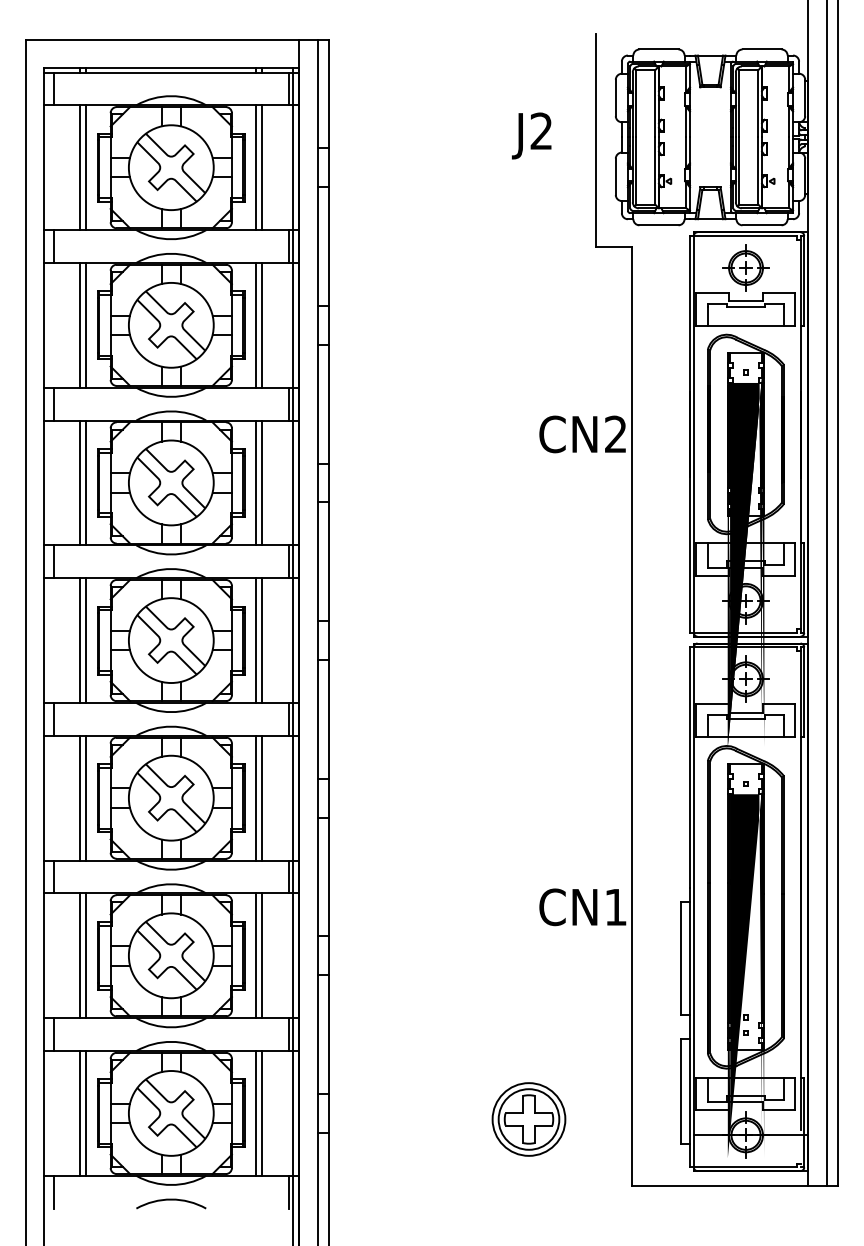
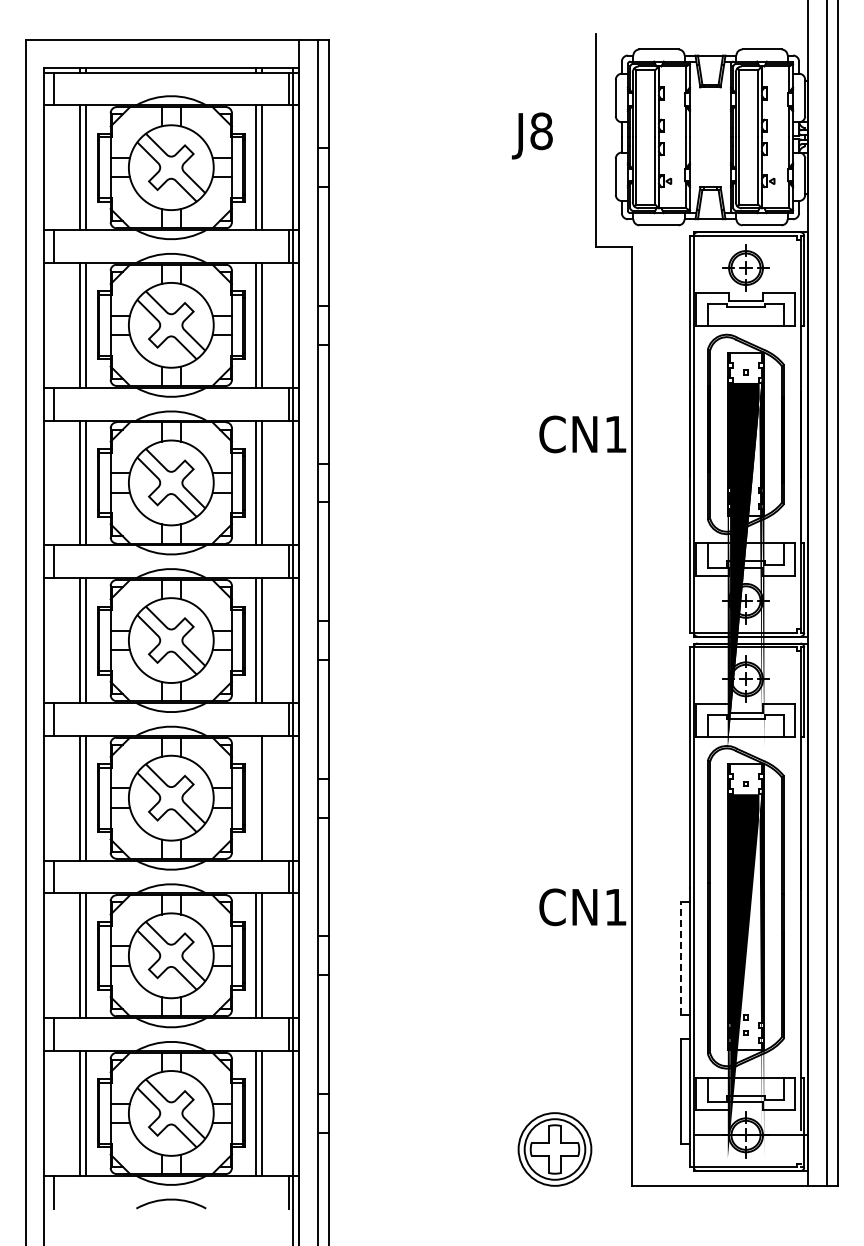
text at (541, 131): J2 -> J8
text at (615, 433): CN2 -> CN1
line at (256, 797): present -> none
line at (680, 958): solid -> dashed
part at (528, 1119) position: (528, 1119) -> (554, 1149)
